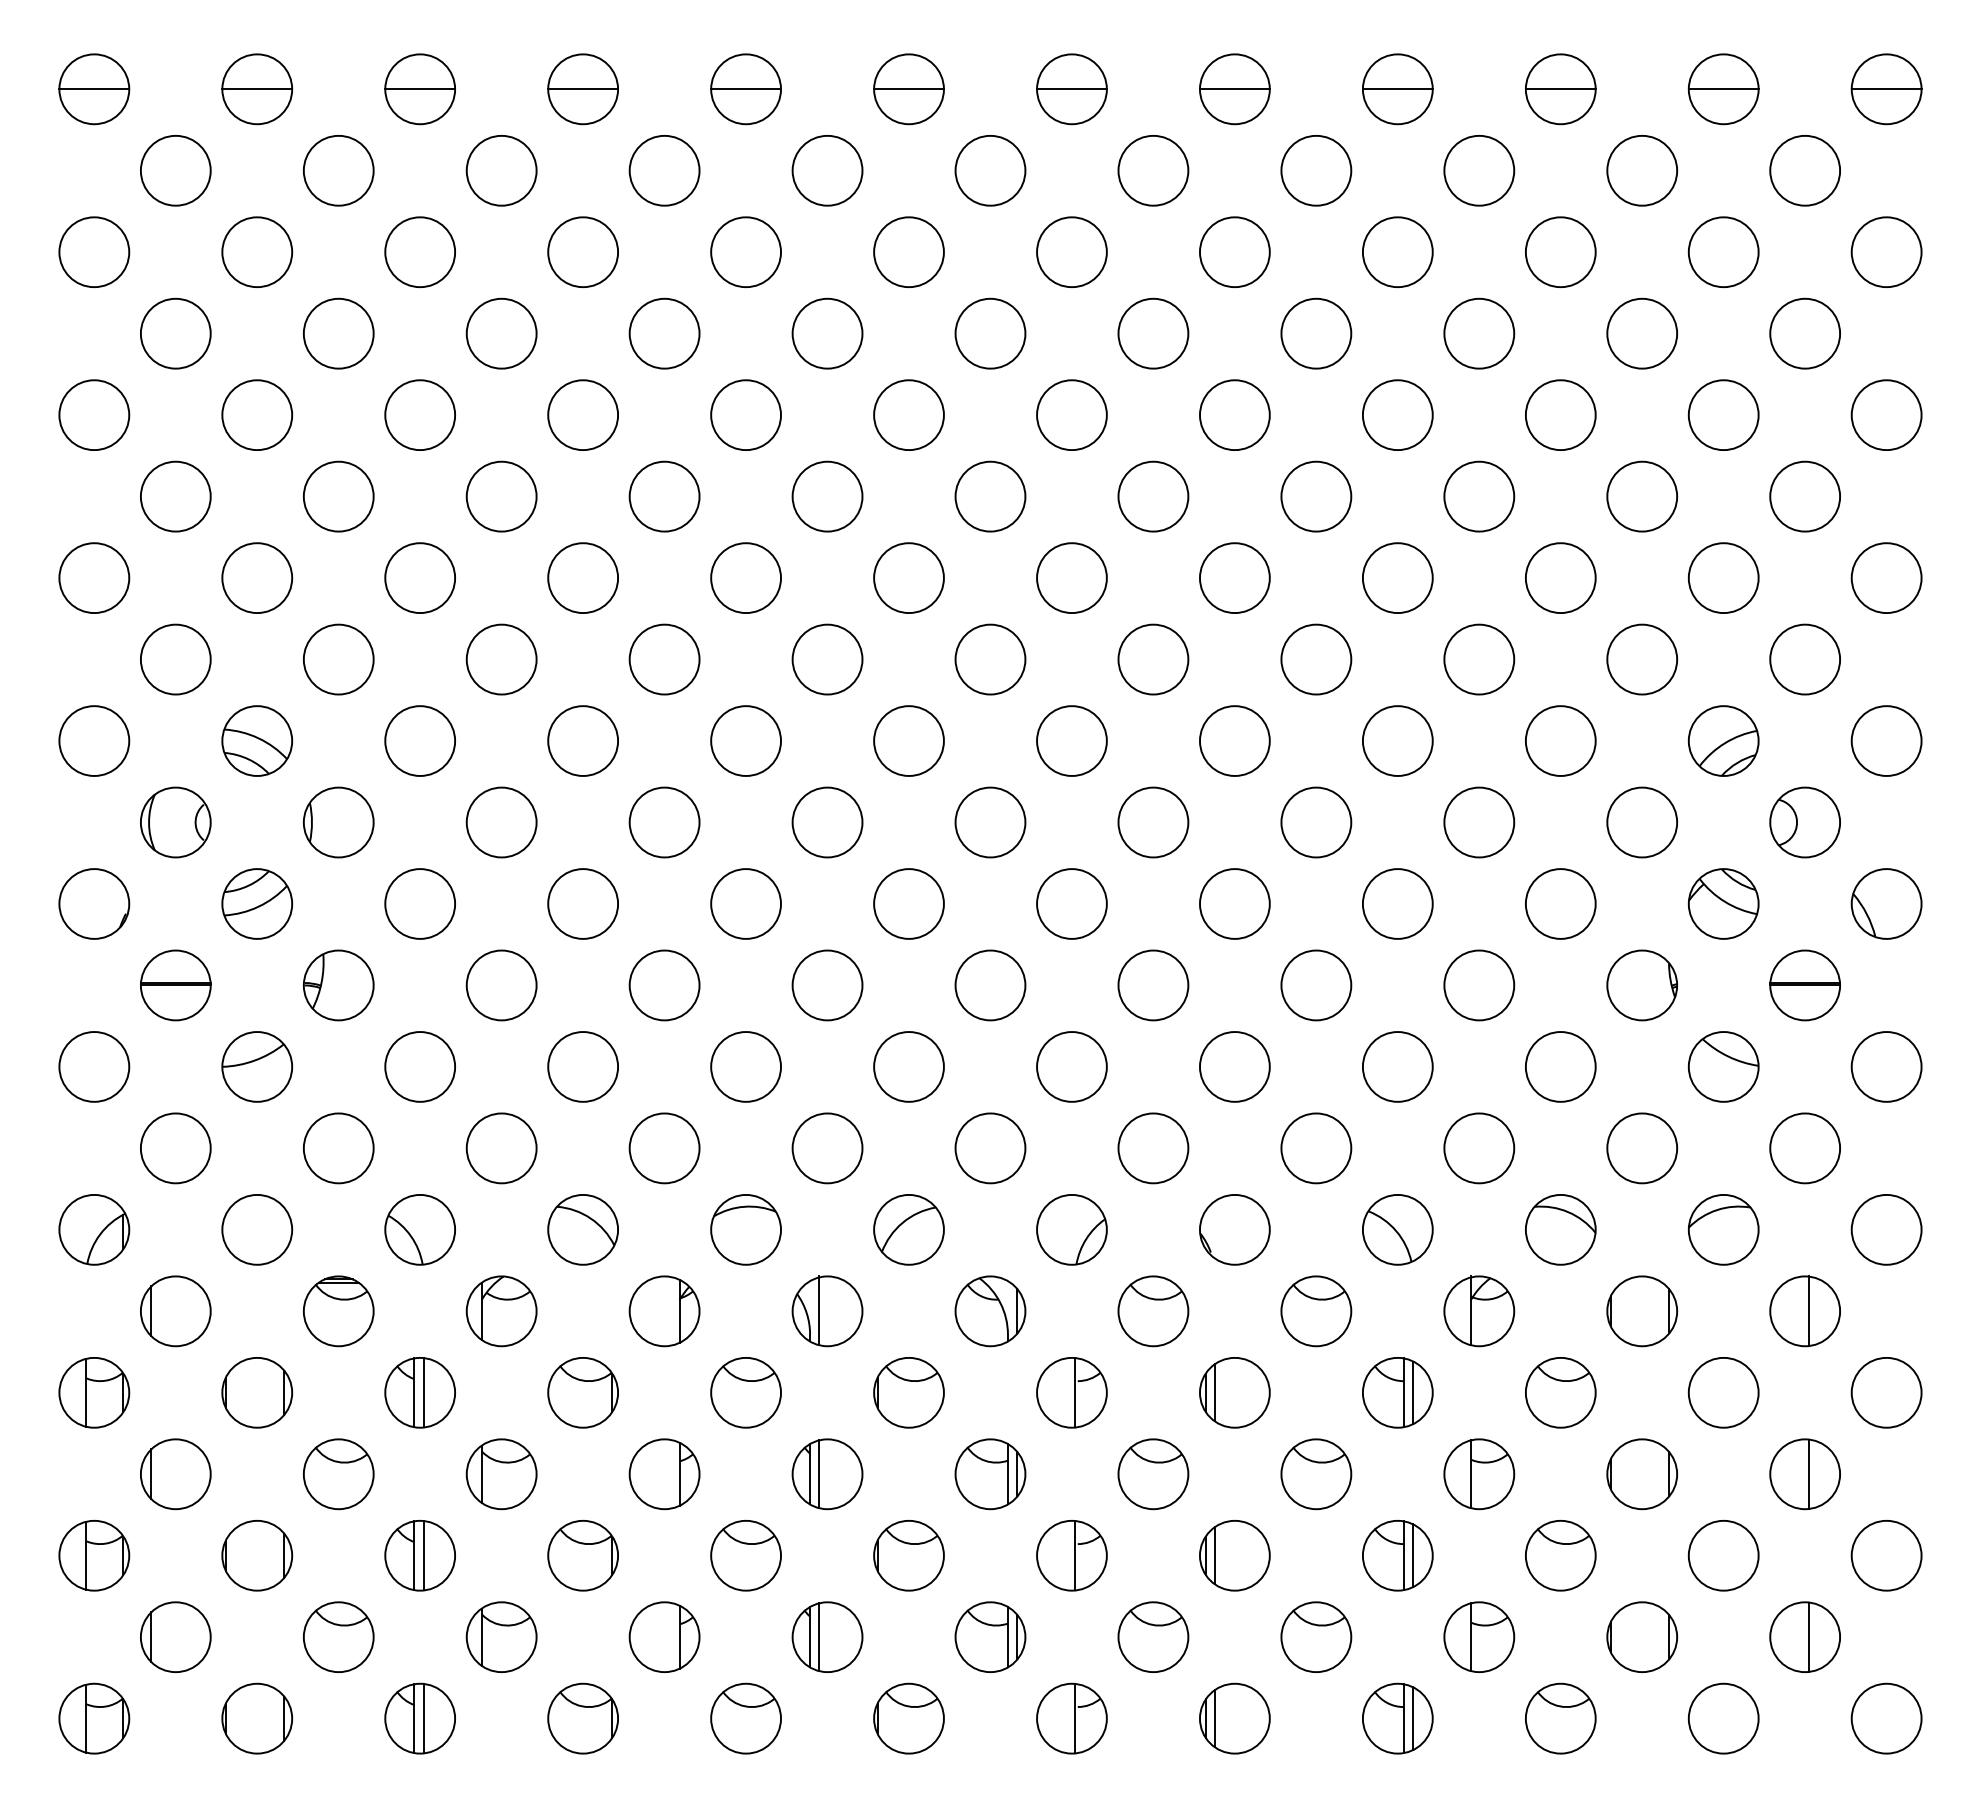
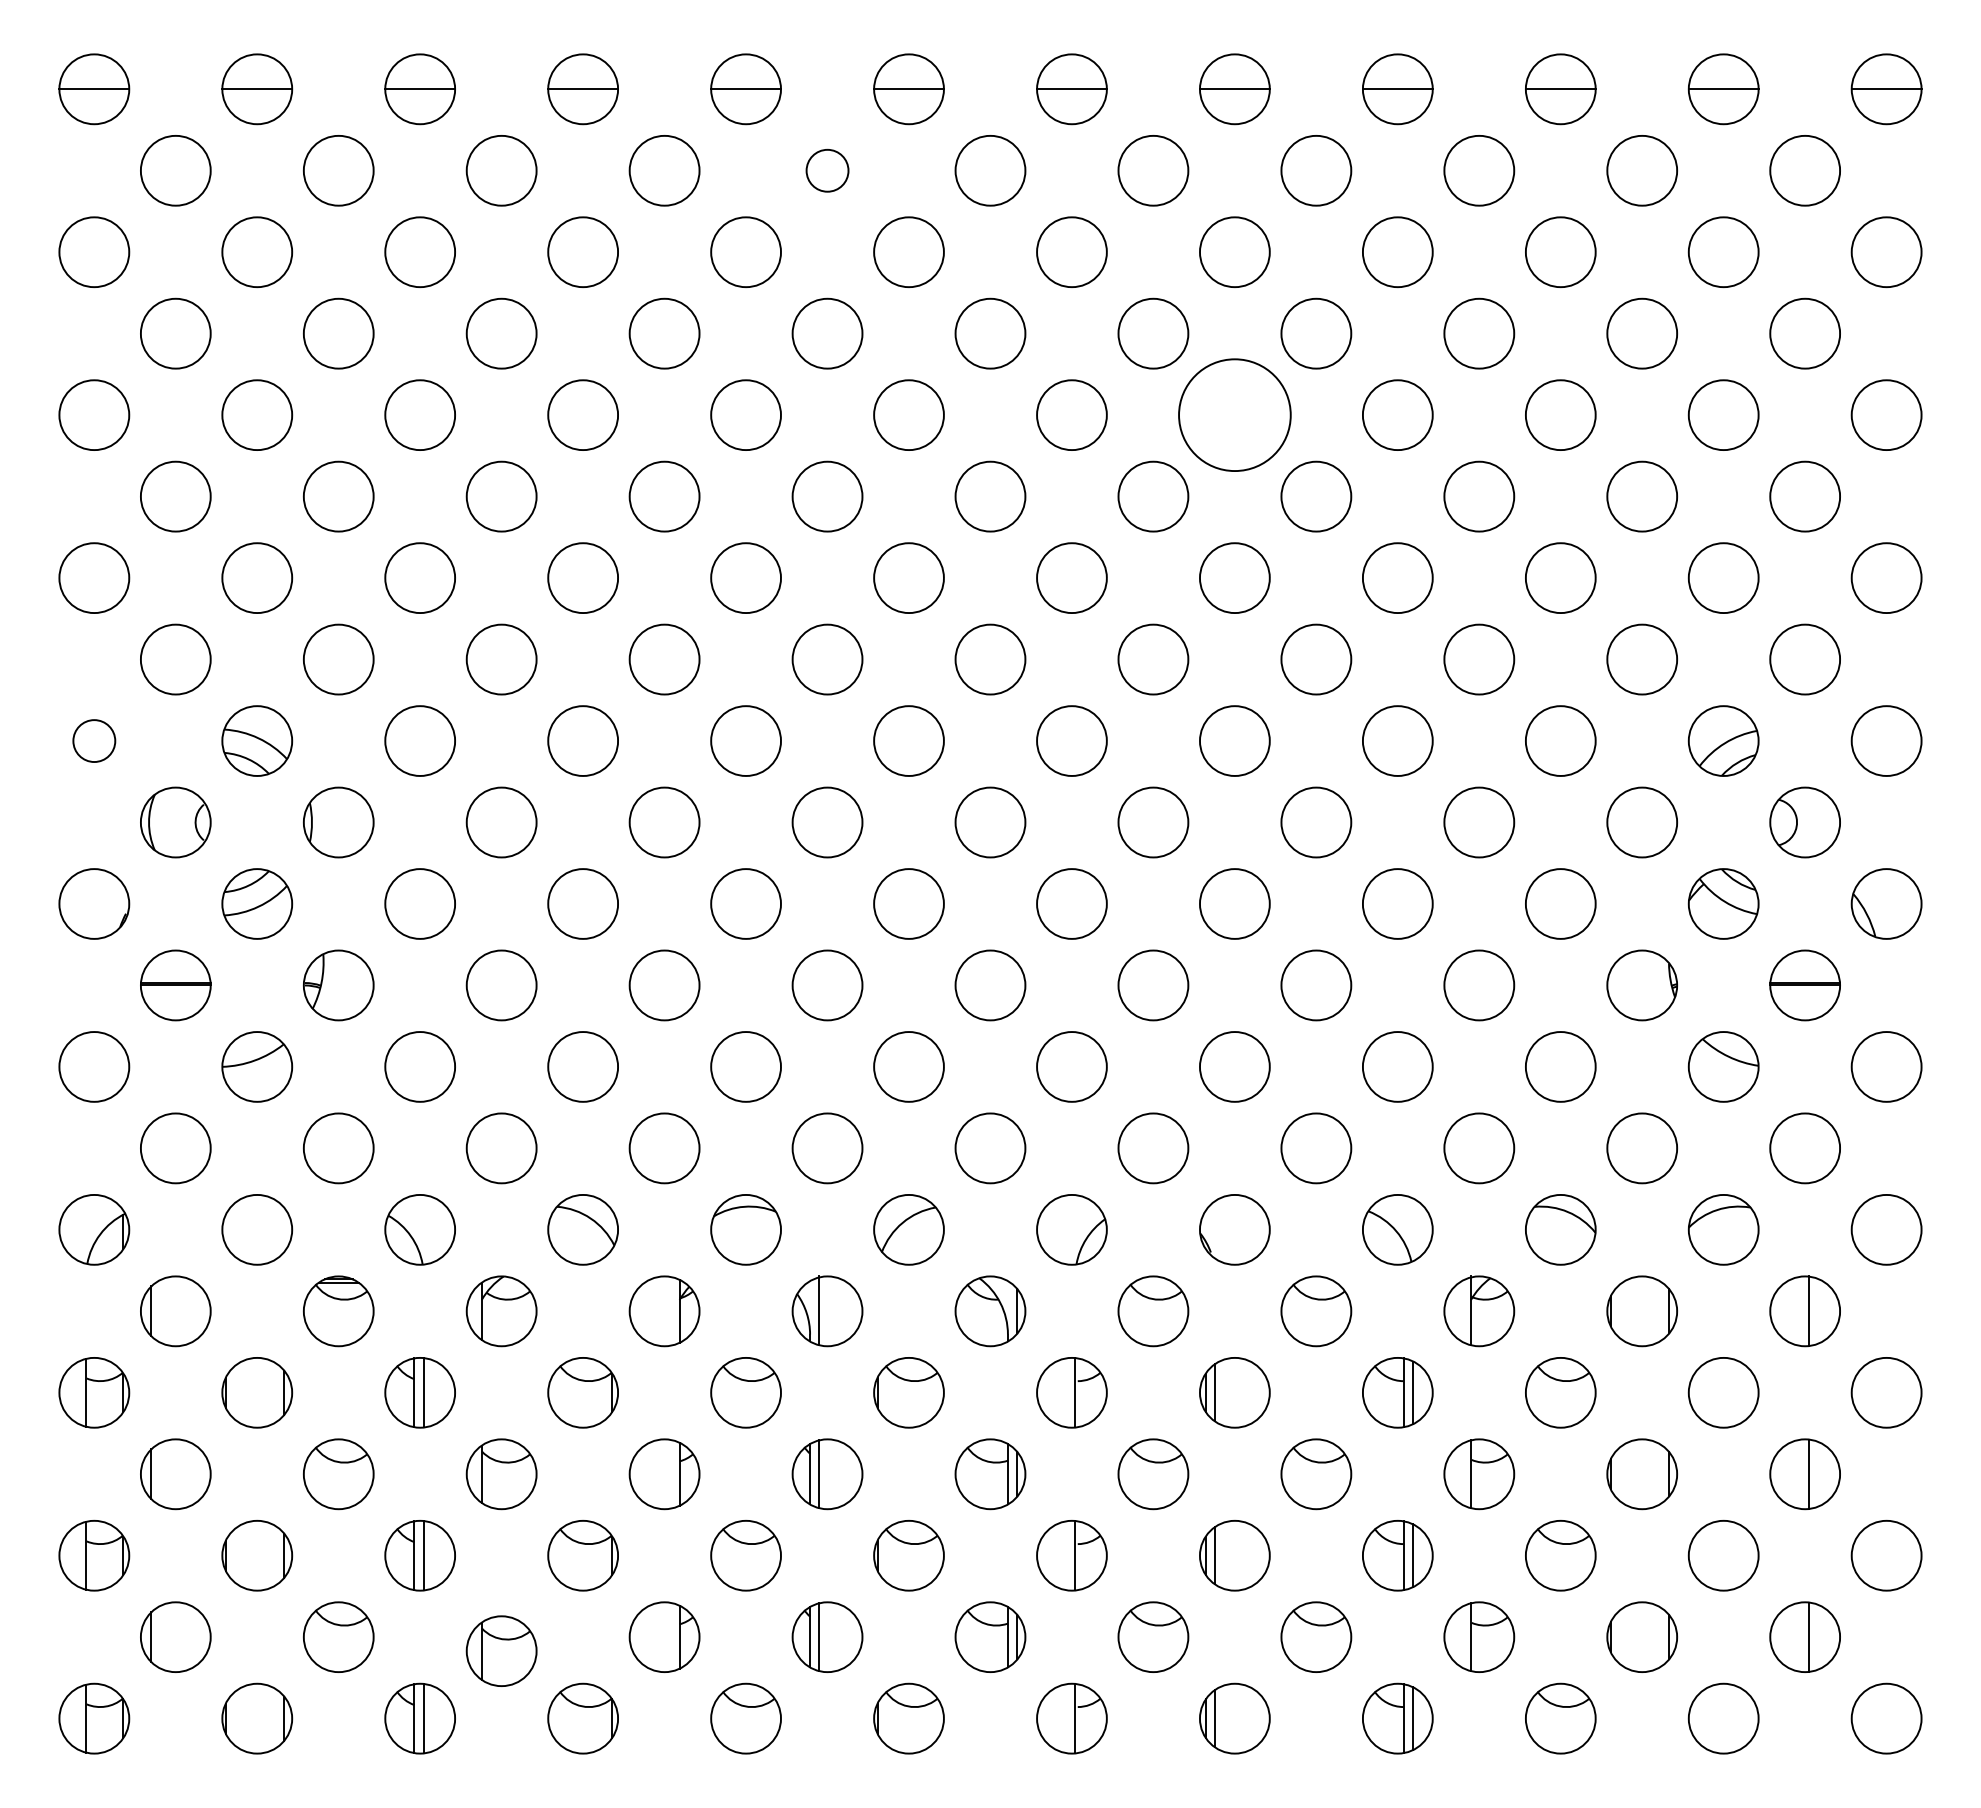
circle at (827, 170) diameter: 70 px -> 42 px
circle at (1234, 415) diameter: 70 px -> 112 px
circle at (94, 740) diameter: 70 px -> 42 px
part at (501, 1636) position: (501, 1636) -> (501, 1650)
